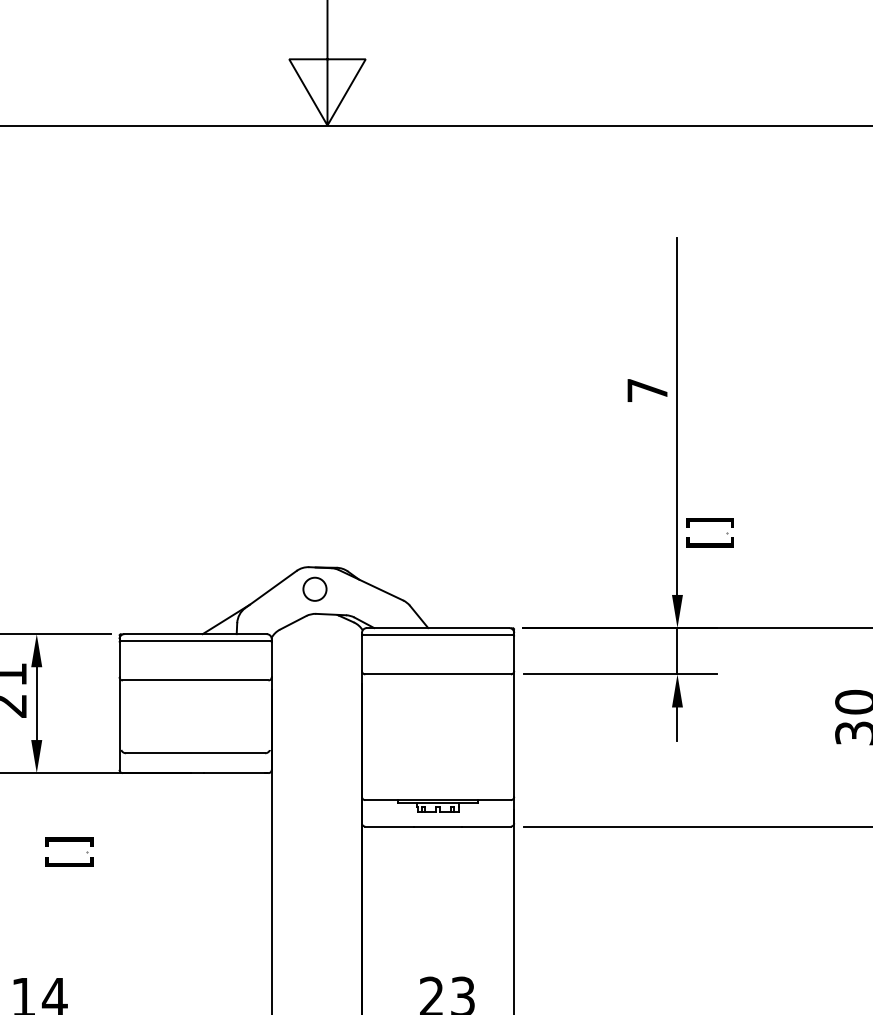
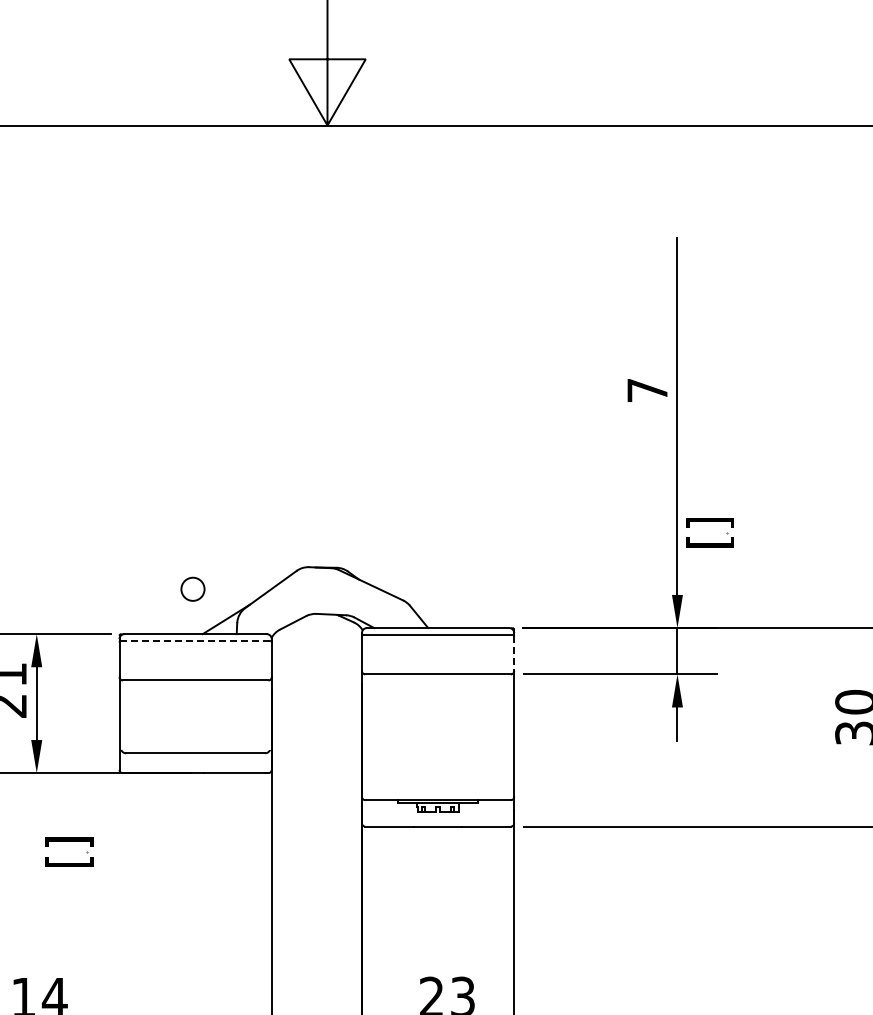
circle at (314, 588) position: (314, 588) -> (192, 588)
line at (196, 640): solid -> dashed
line at (514, 654): solid -> dashed
